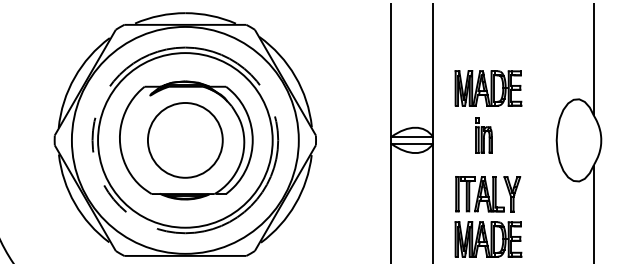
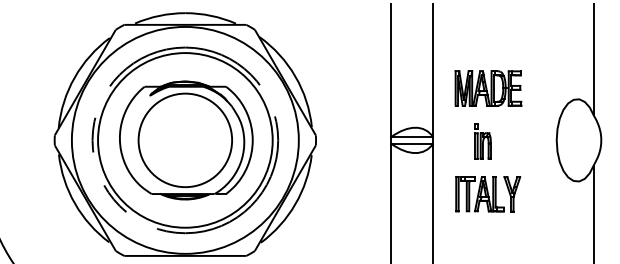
part at (483, 135) position: (483, 135) -> (482, 141)
circle at (184, 139) diameter: 75 px -> 94 px
part at (488, 239): present -> none
